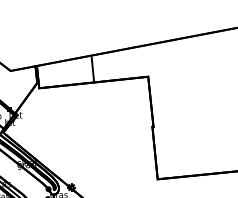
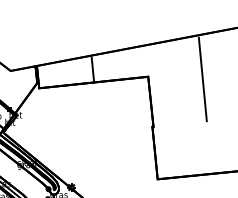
line at (202, 79): none -> present
